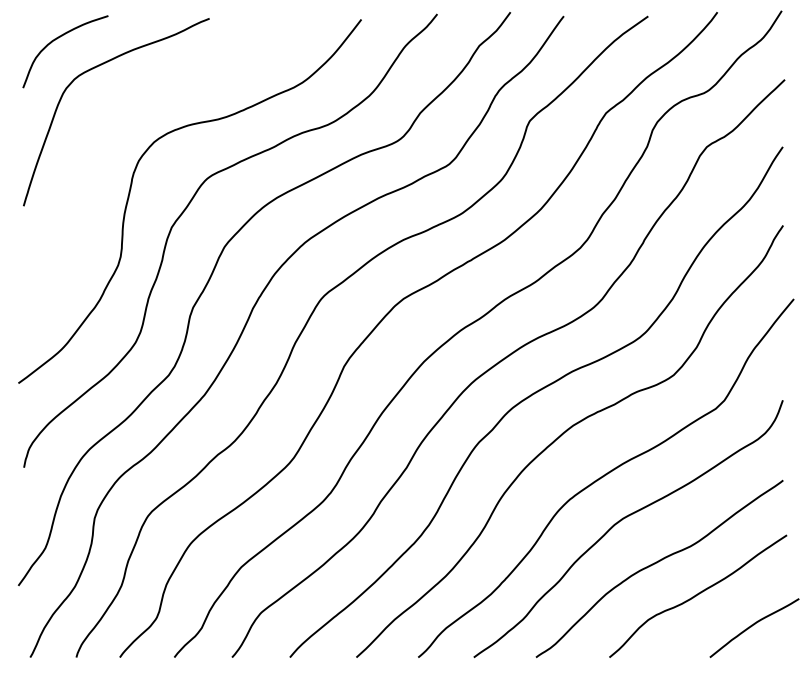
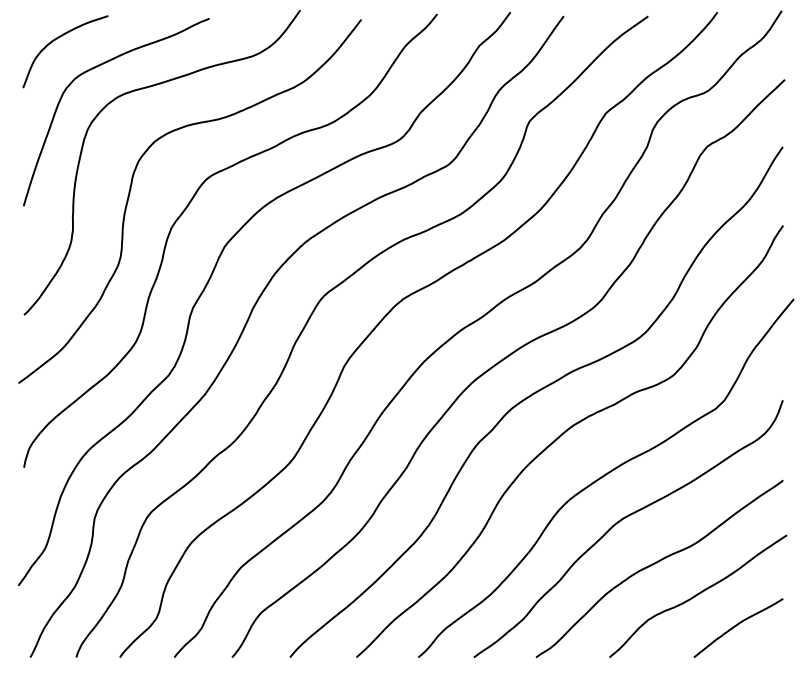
curve at (143, 89): none -> present
curve at (754, 625) position: (754, 625) -> (738, 625)
